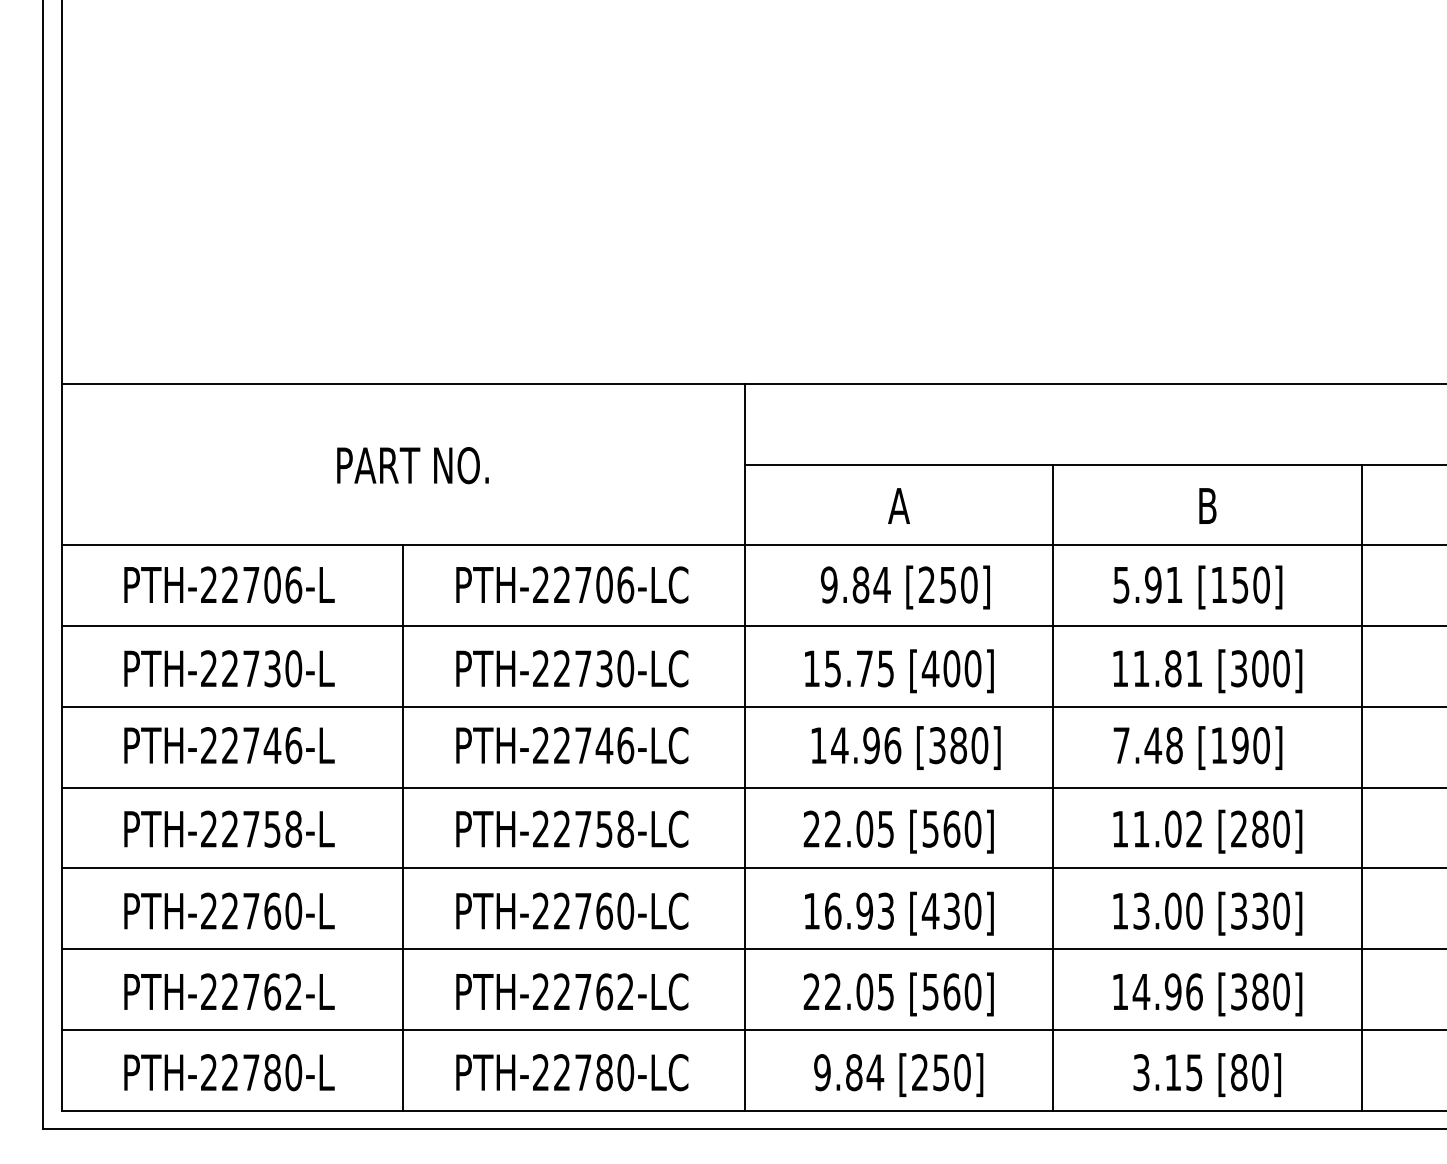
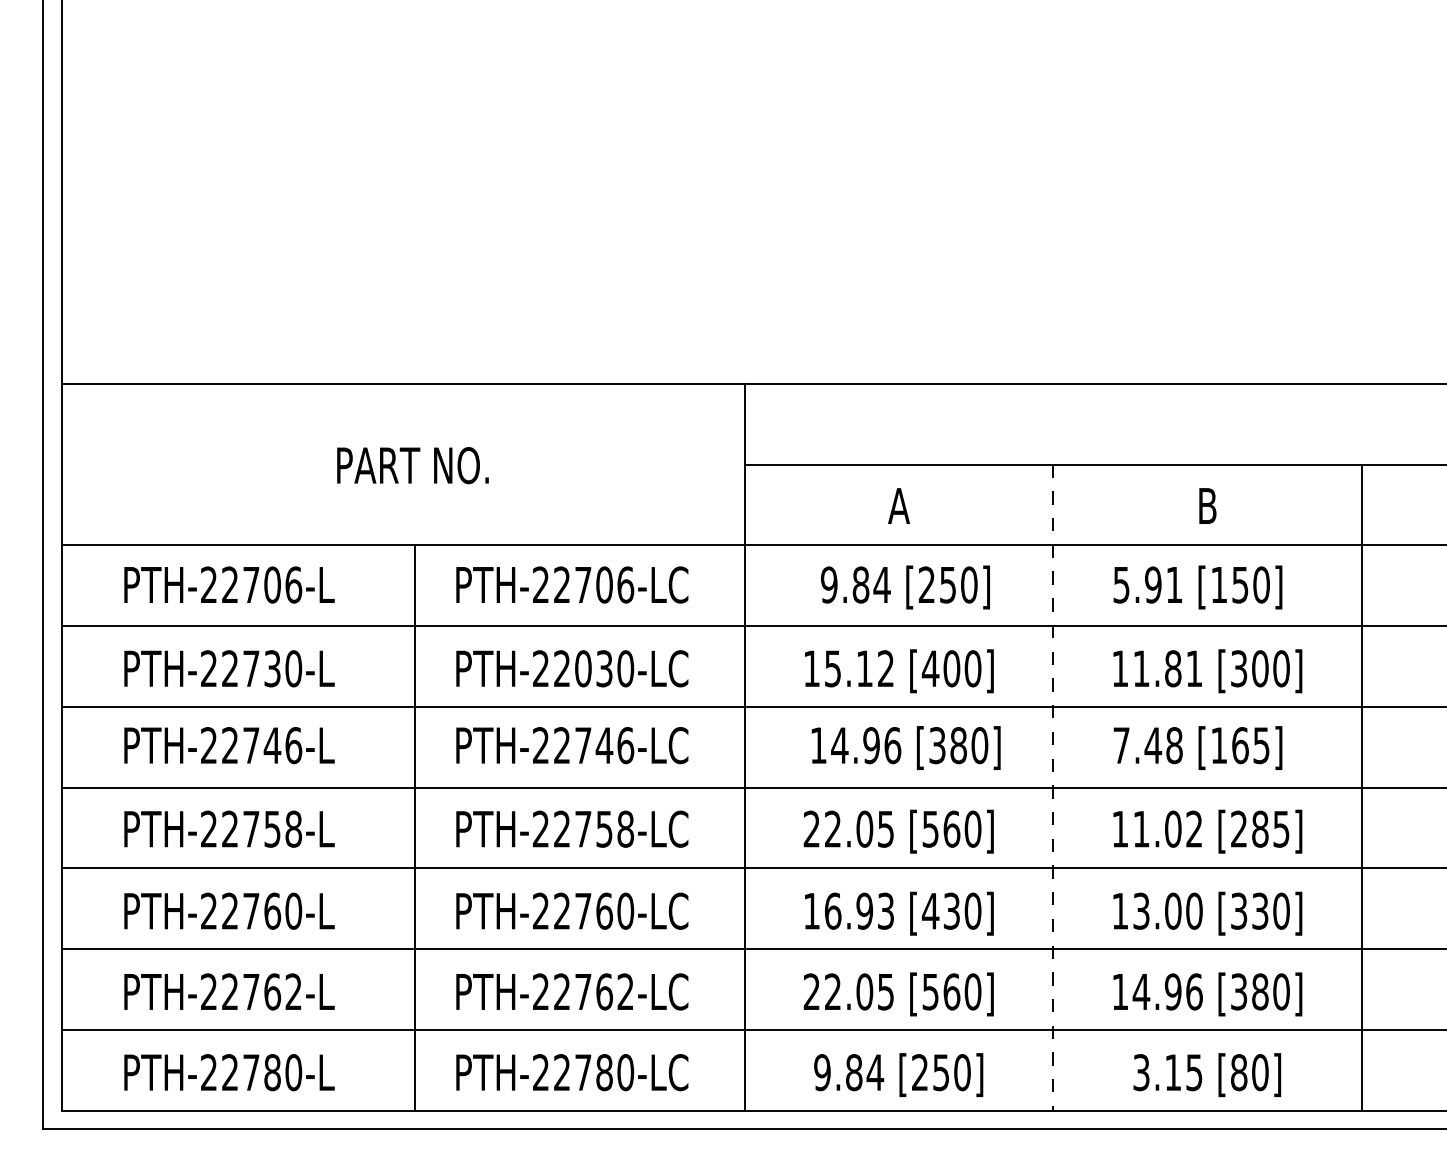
text at (583, 668): PTH-22730-LC -> PTH-22030-LC
text at (875, 668): 15.75 -> 15.12
text at (1250, 745): [190] -> [165]
line at (1053, 788): solid -> dashed
line at (403, 827) position: (403, 827) -> (415, 827)
text at (1281, 828): [280] -> [285]
